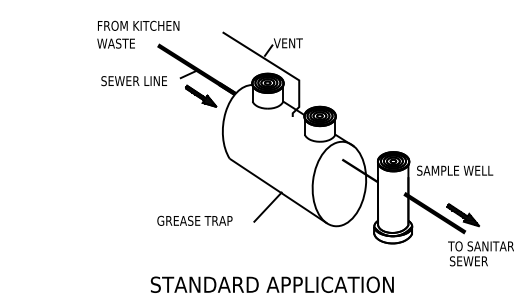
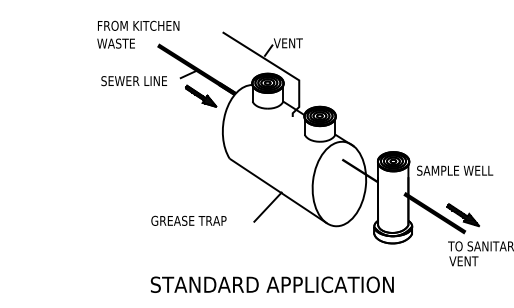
text at (194, 220) position: (194, 220) -> (188, 220)
text at (468, 261): SEWER -> VENT
